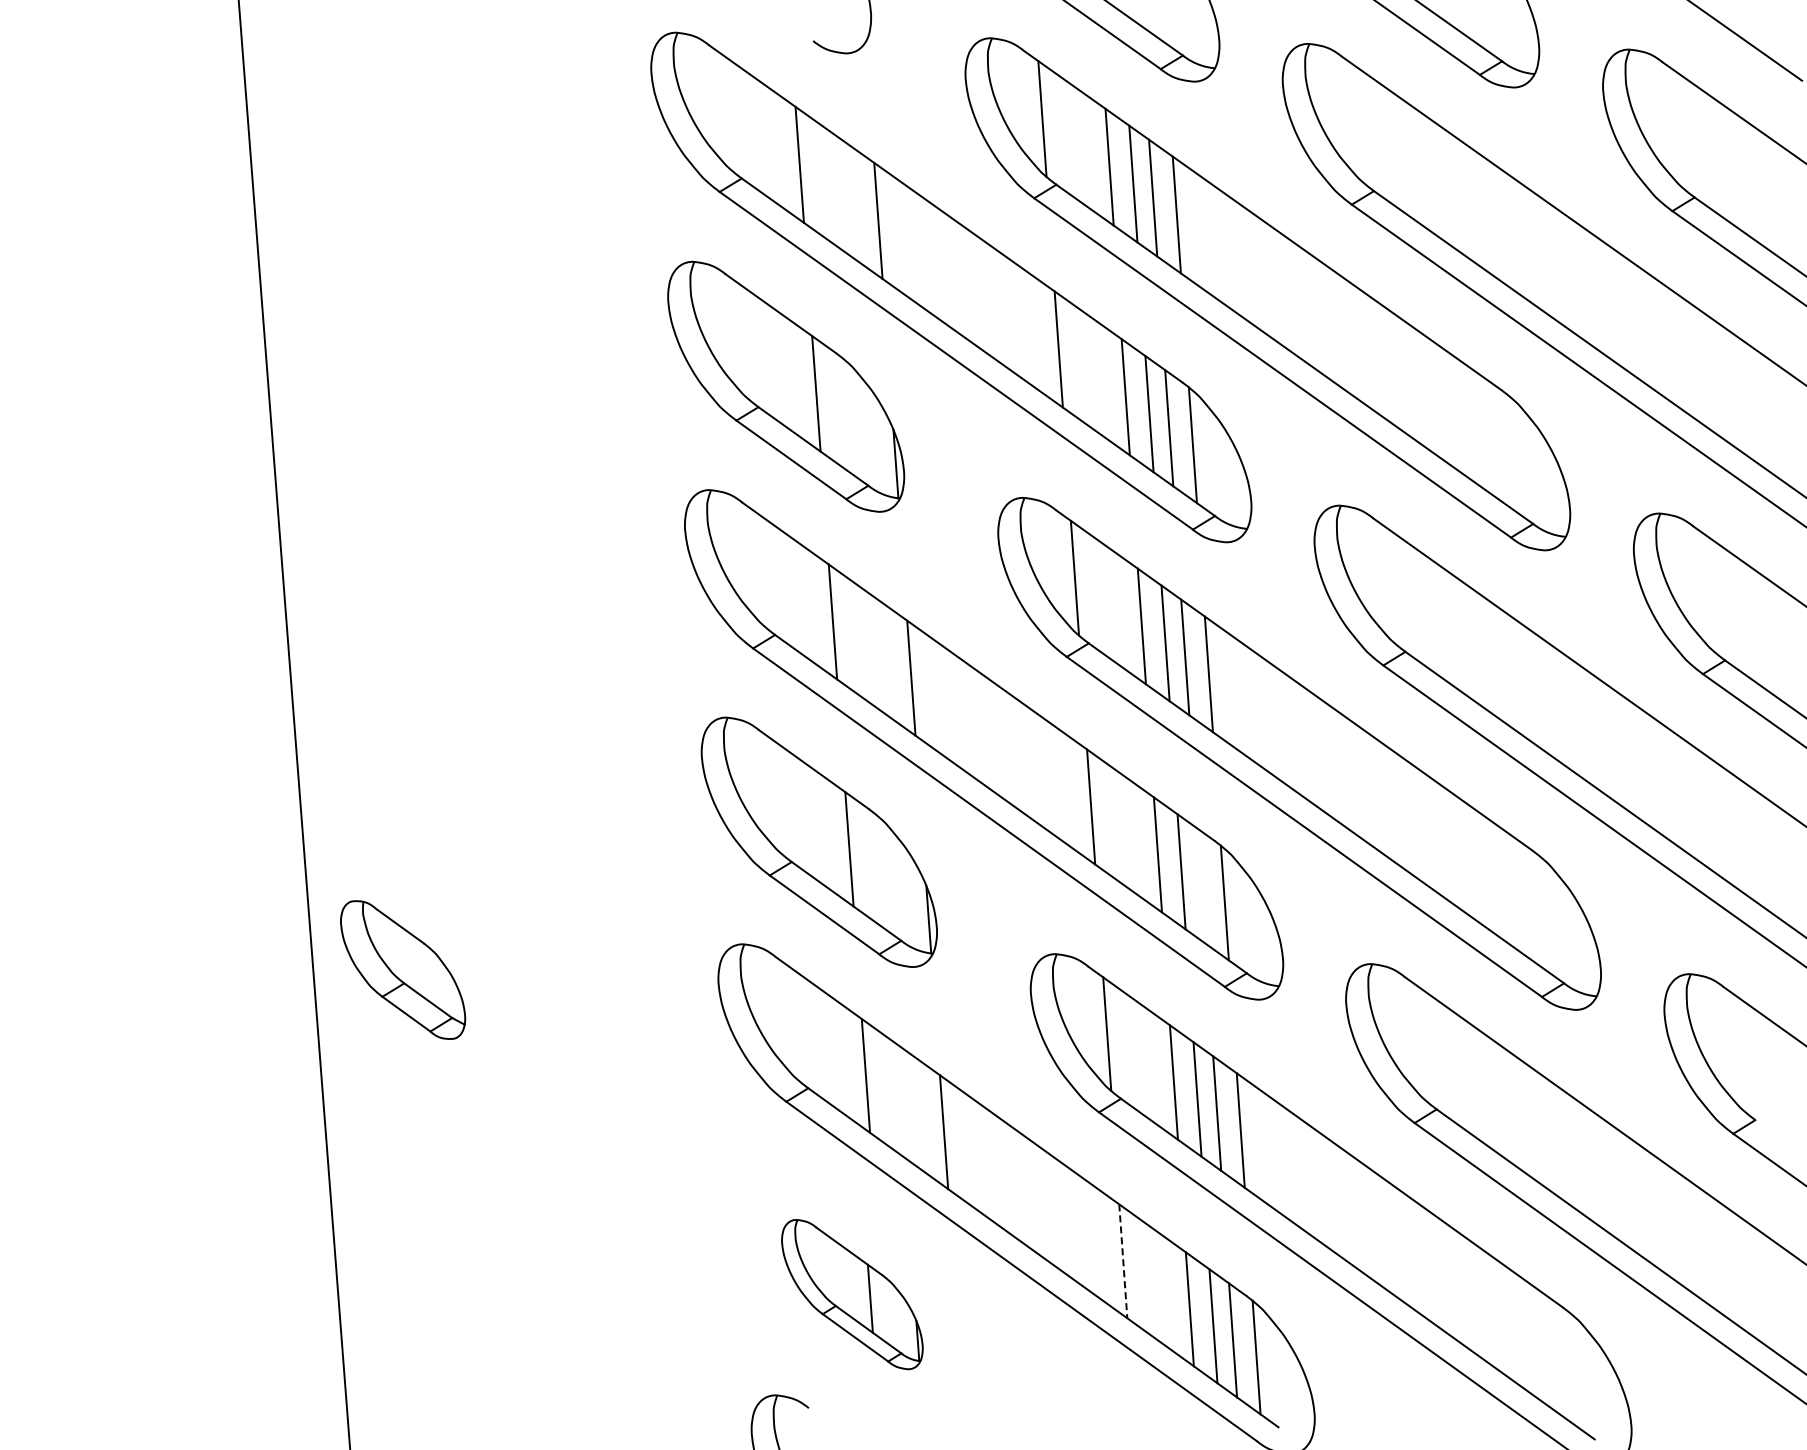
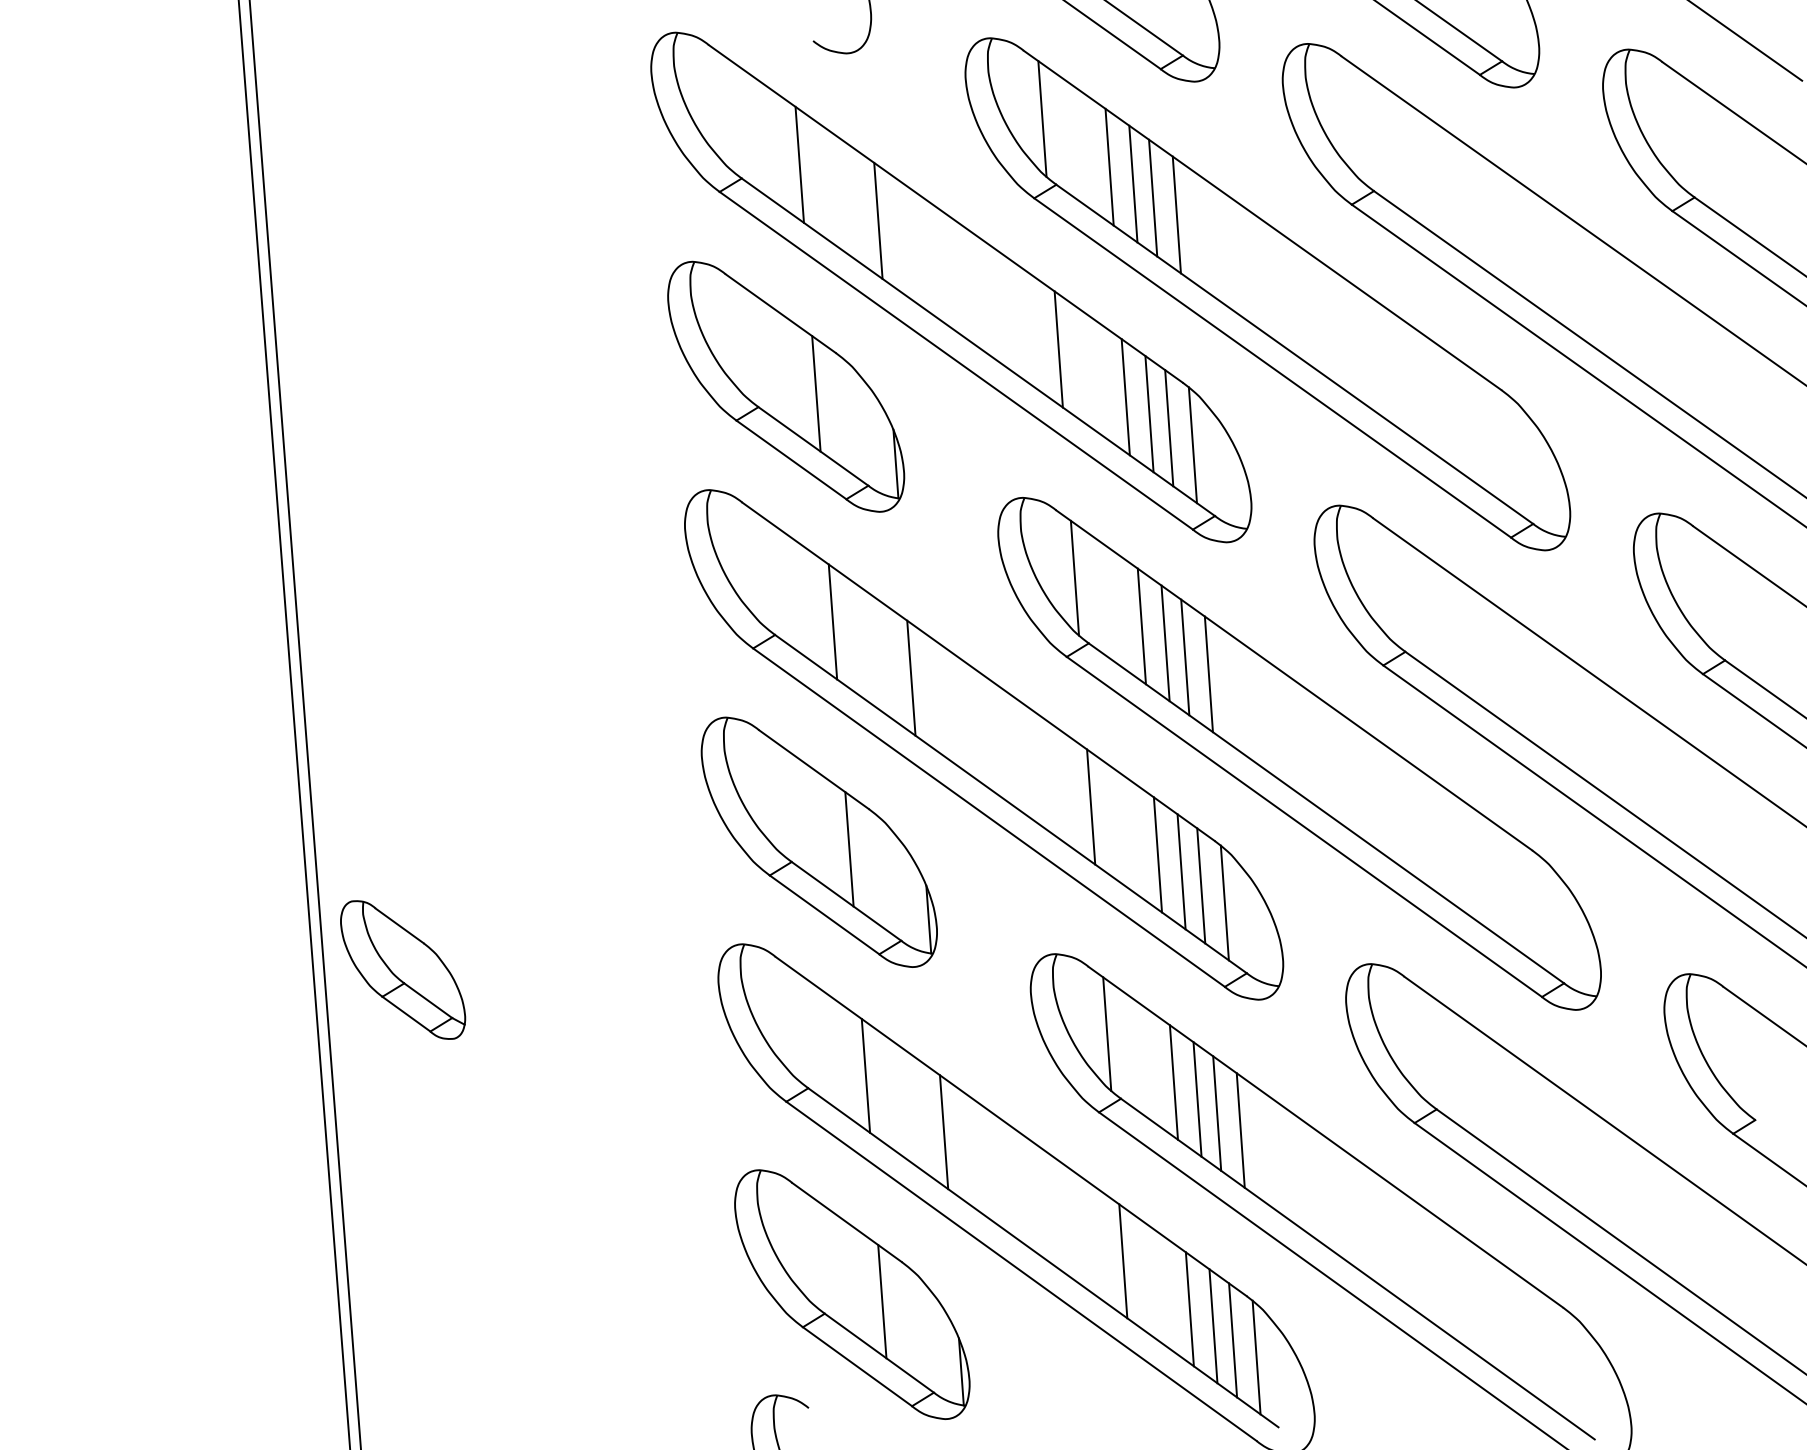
line at (304, 724): none -> present
line at (1201, 885): none -> present
line at (1123, 1261): dashed -> solid
part at (852, 1294) size: 143x152 px -> 237x251 px
